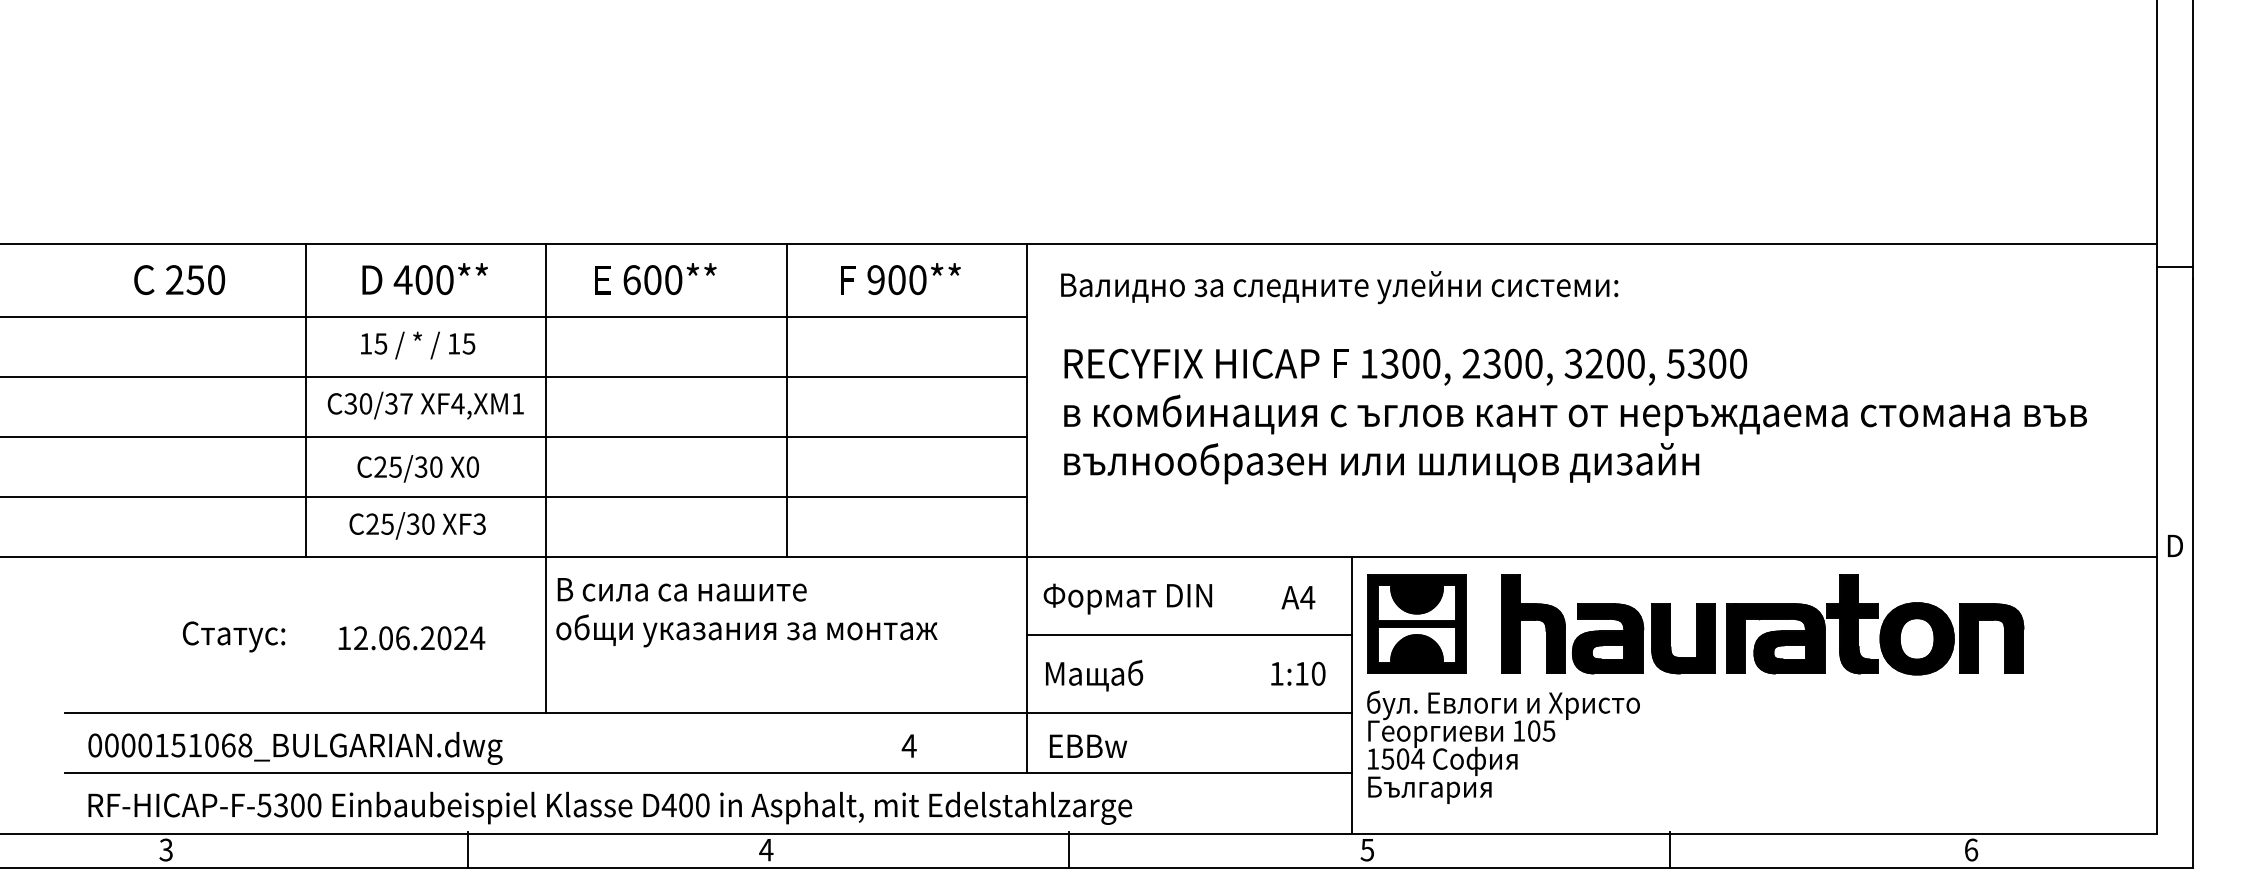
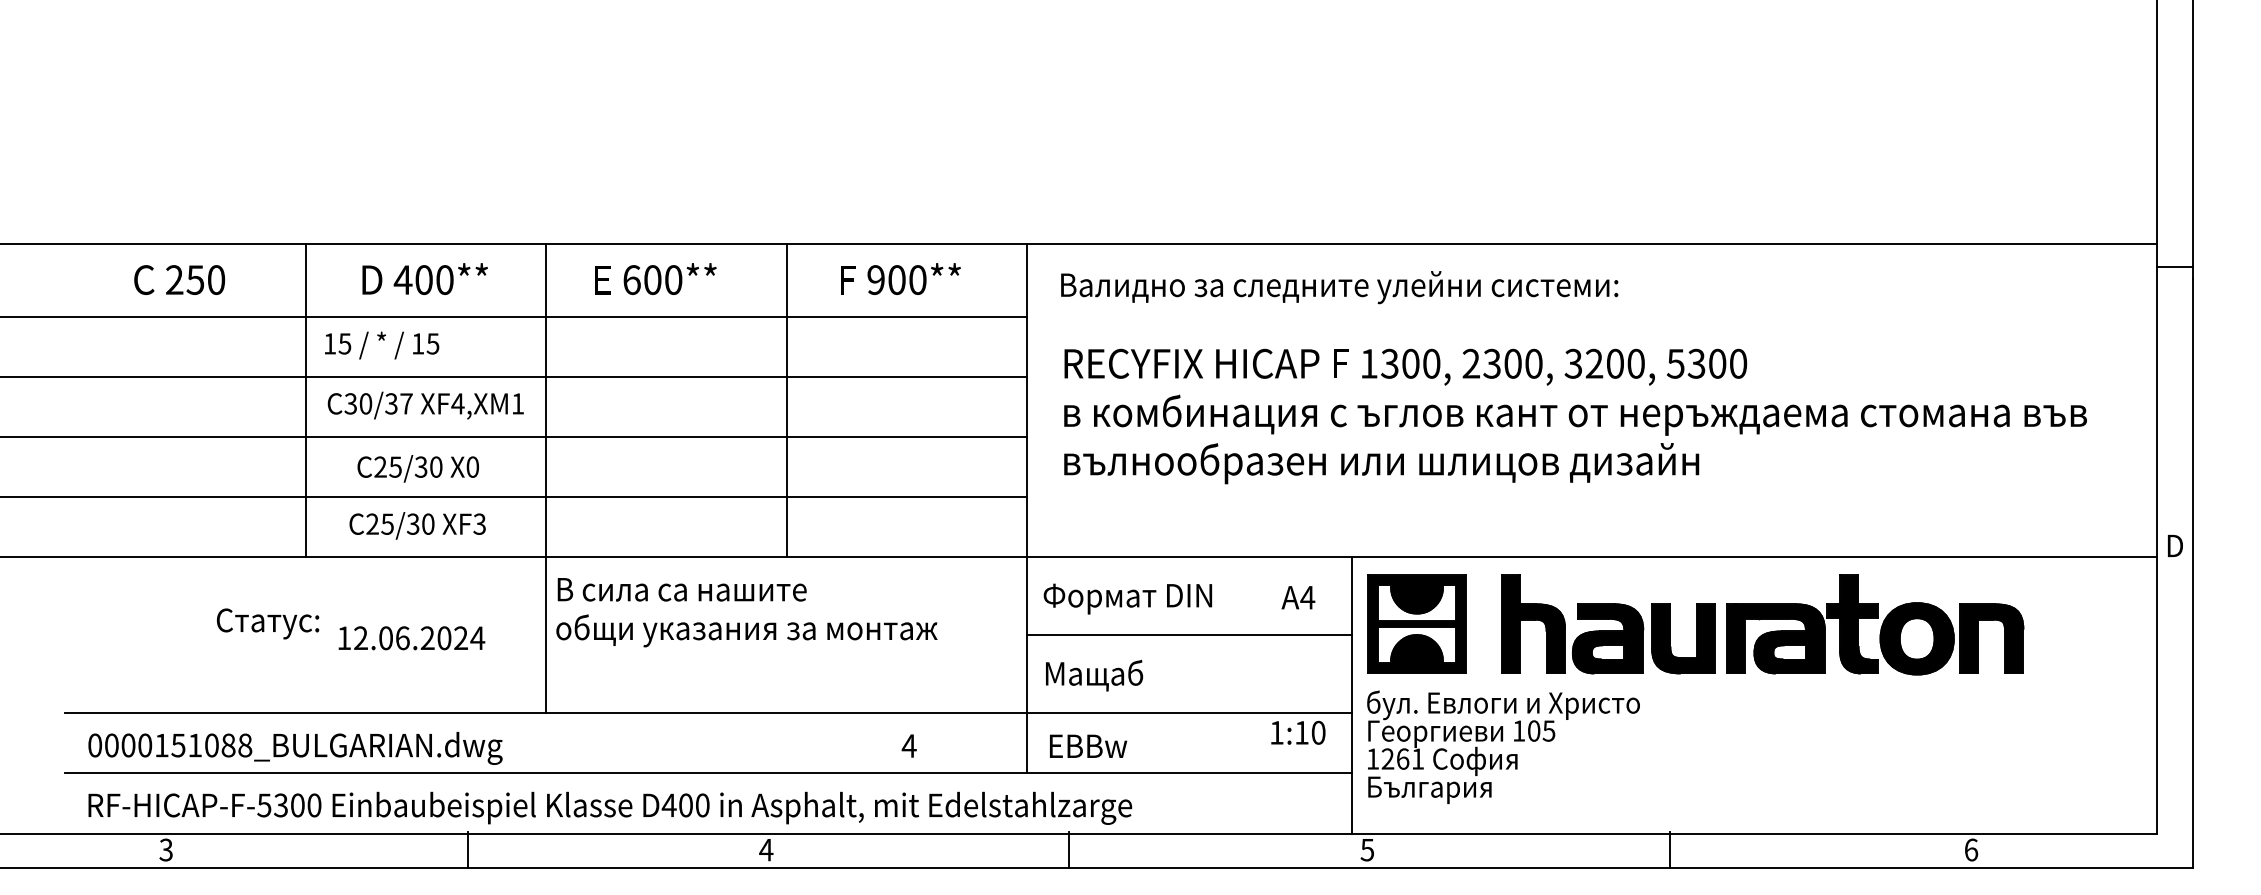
text at (418, 345) position: (418, 345) -> (382, 345)
text at (234, 636) position: (234, 636) -> (268, 623)
text at (1298, 673) position: (1298, 673) -> (1298, 732)
text at (228, 745): 0000151068_BULGARIAN.dwg -> 0000151088_BULGARIAN.dwg
text at (1402, 758): 1504 -> 1261
